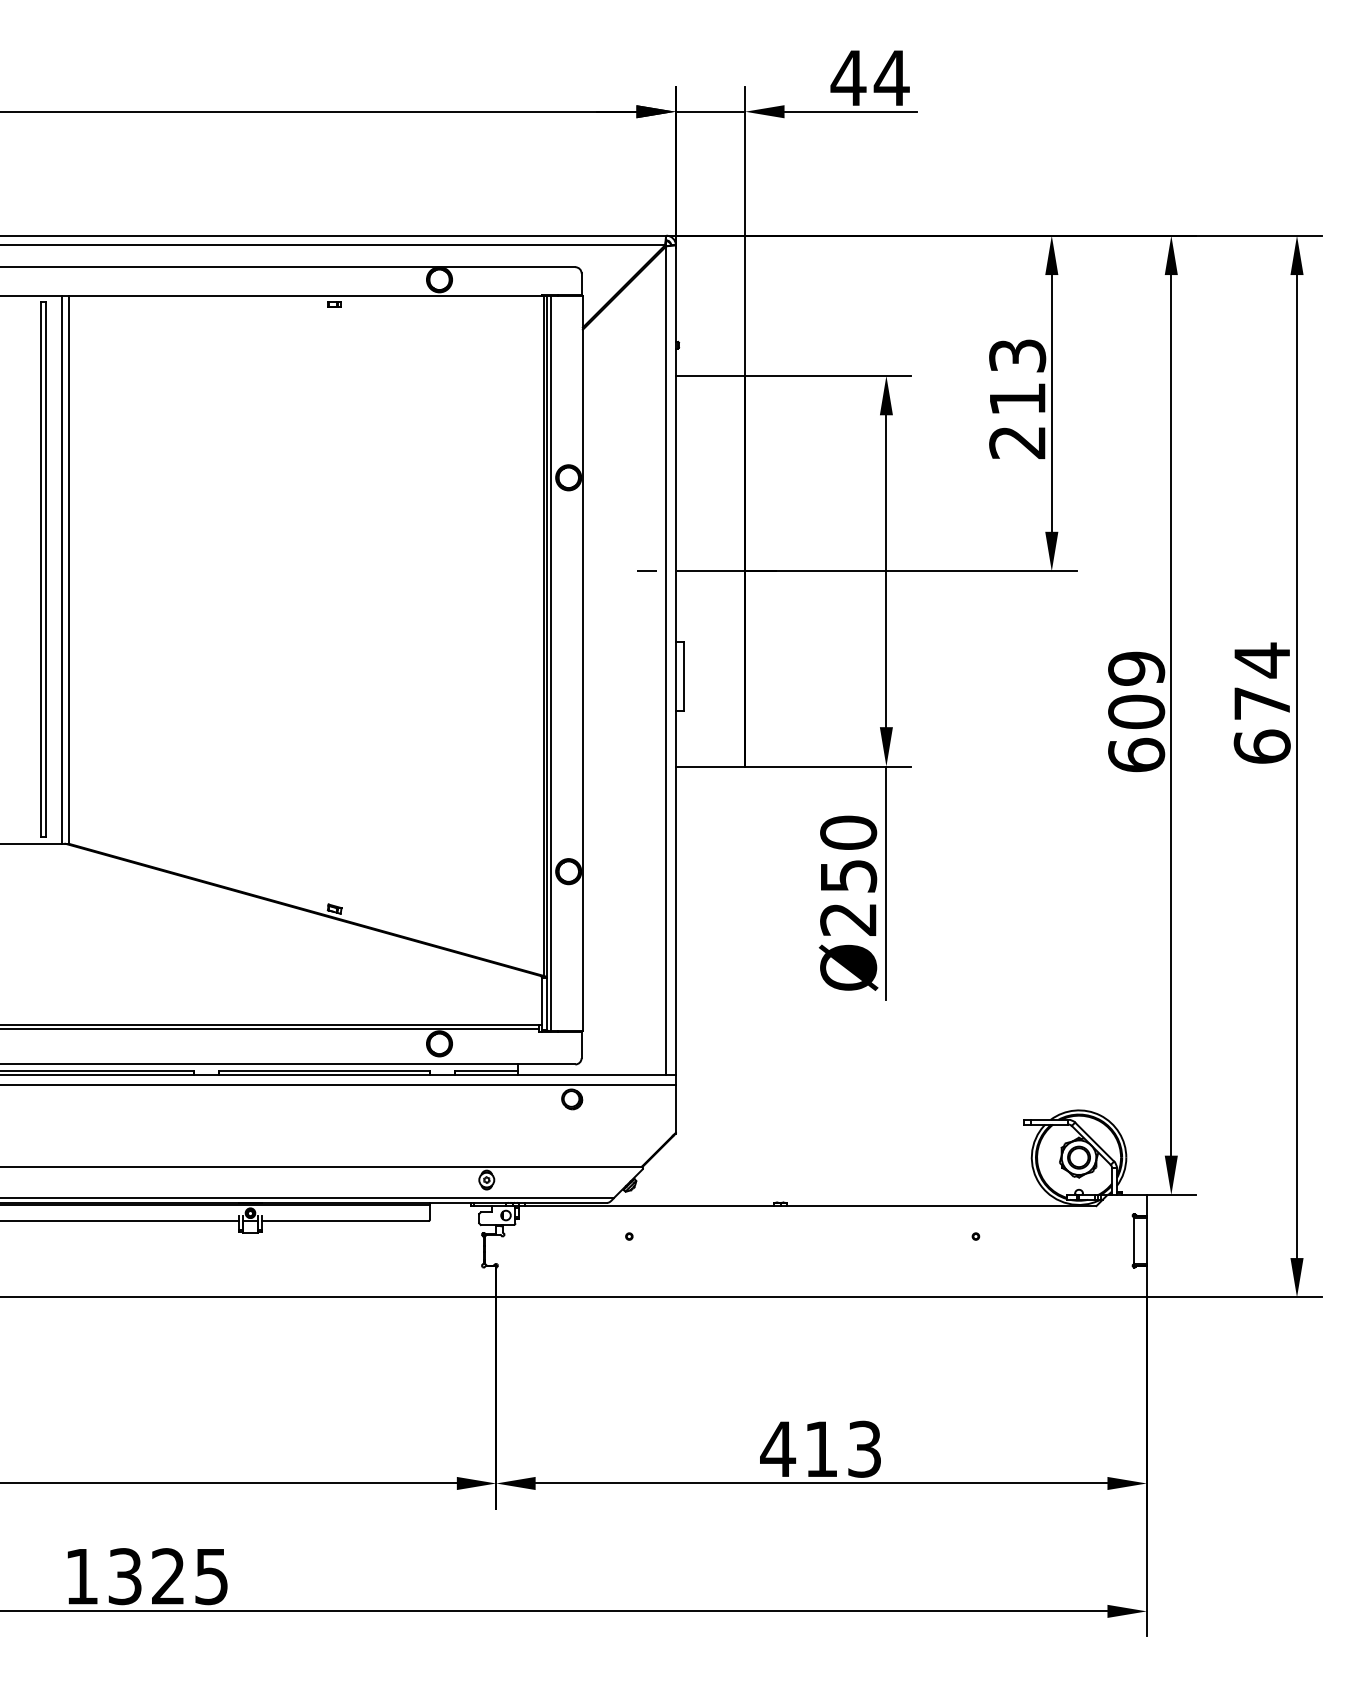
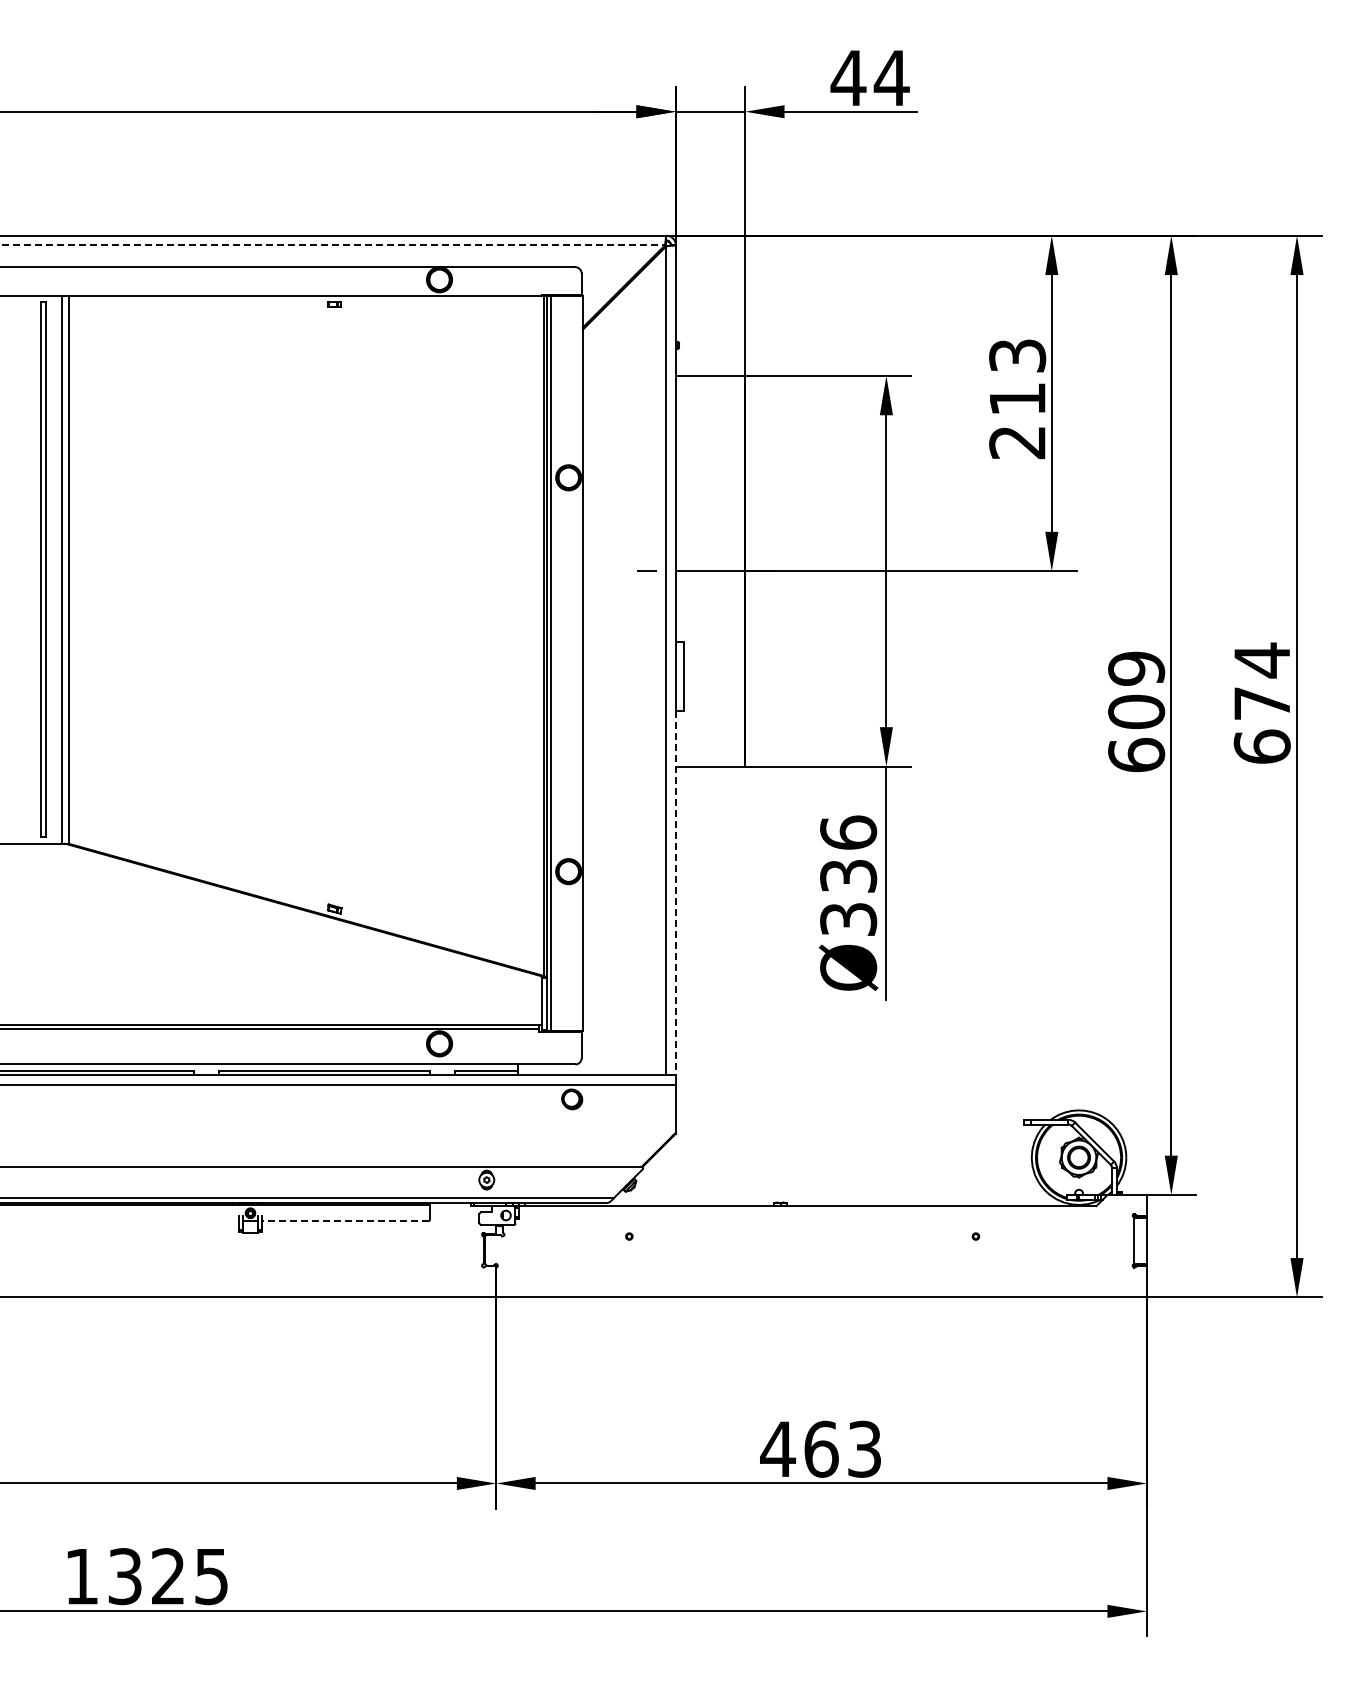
line at (333, 245): solid -> dashed
text at (848, 875): Ø250 -> Ø336
line at (675, 893): solid -> dashed
line at (120, 1221): present -> none
line at (344, 1221): solid -> dashed
text at (821, 1448): 413 -> 463
